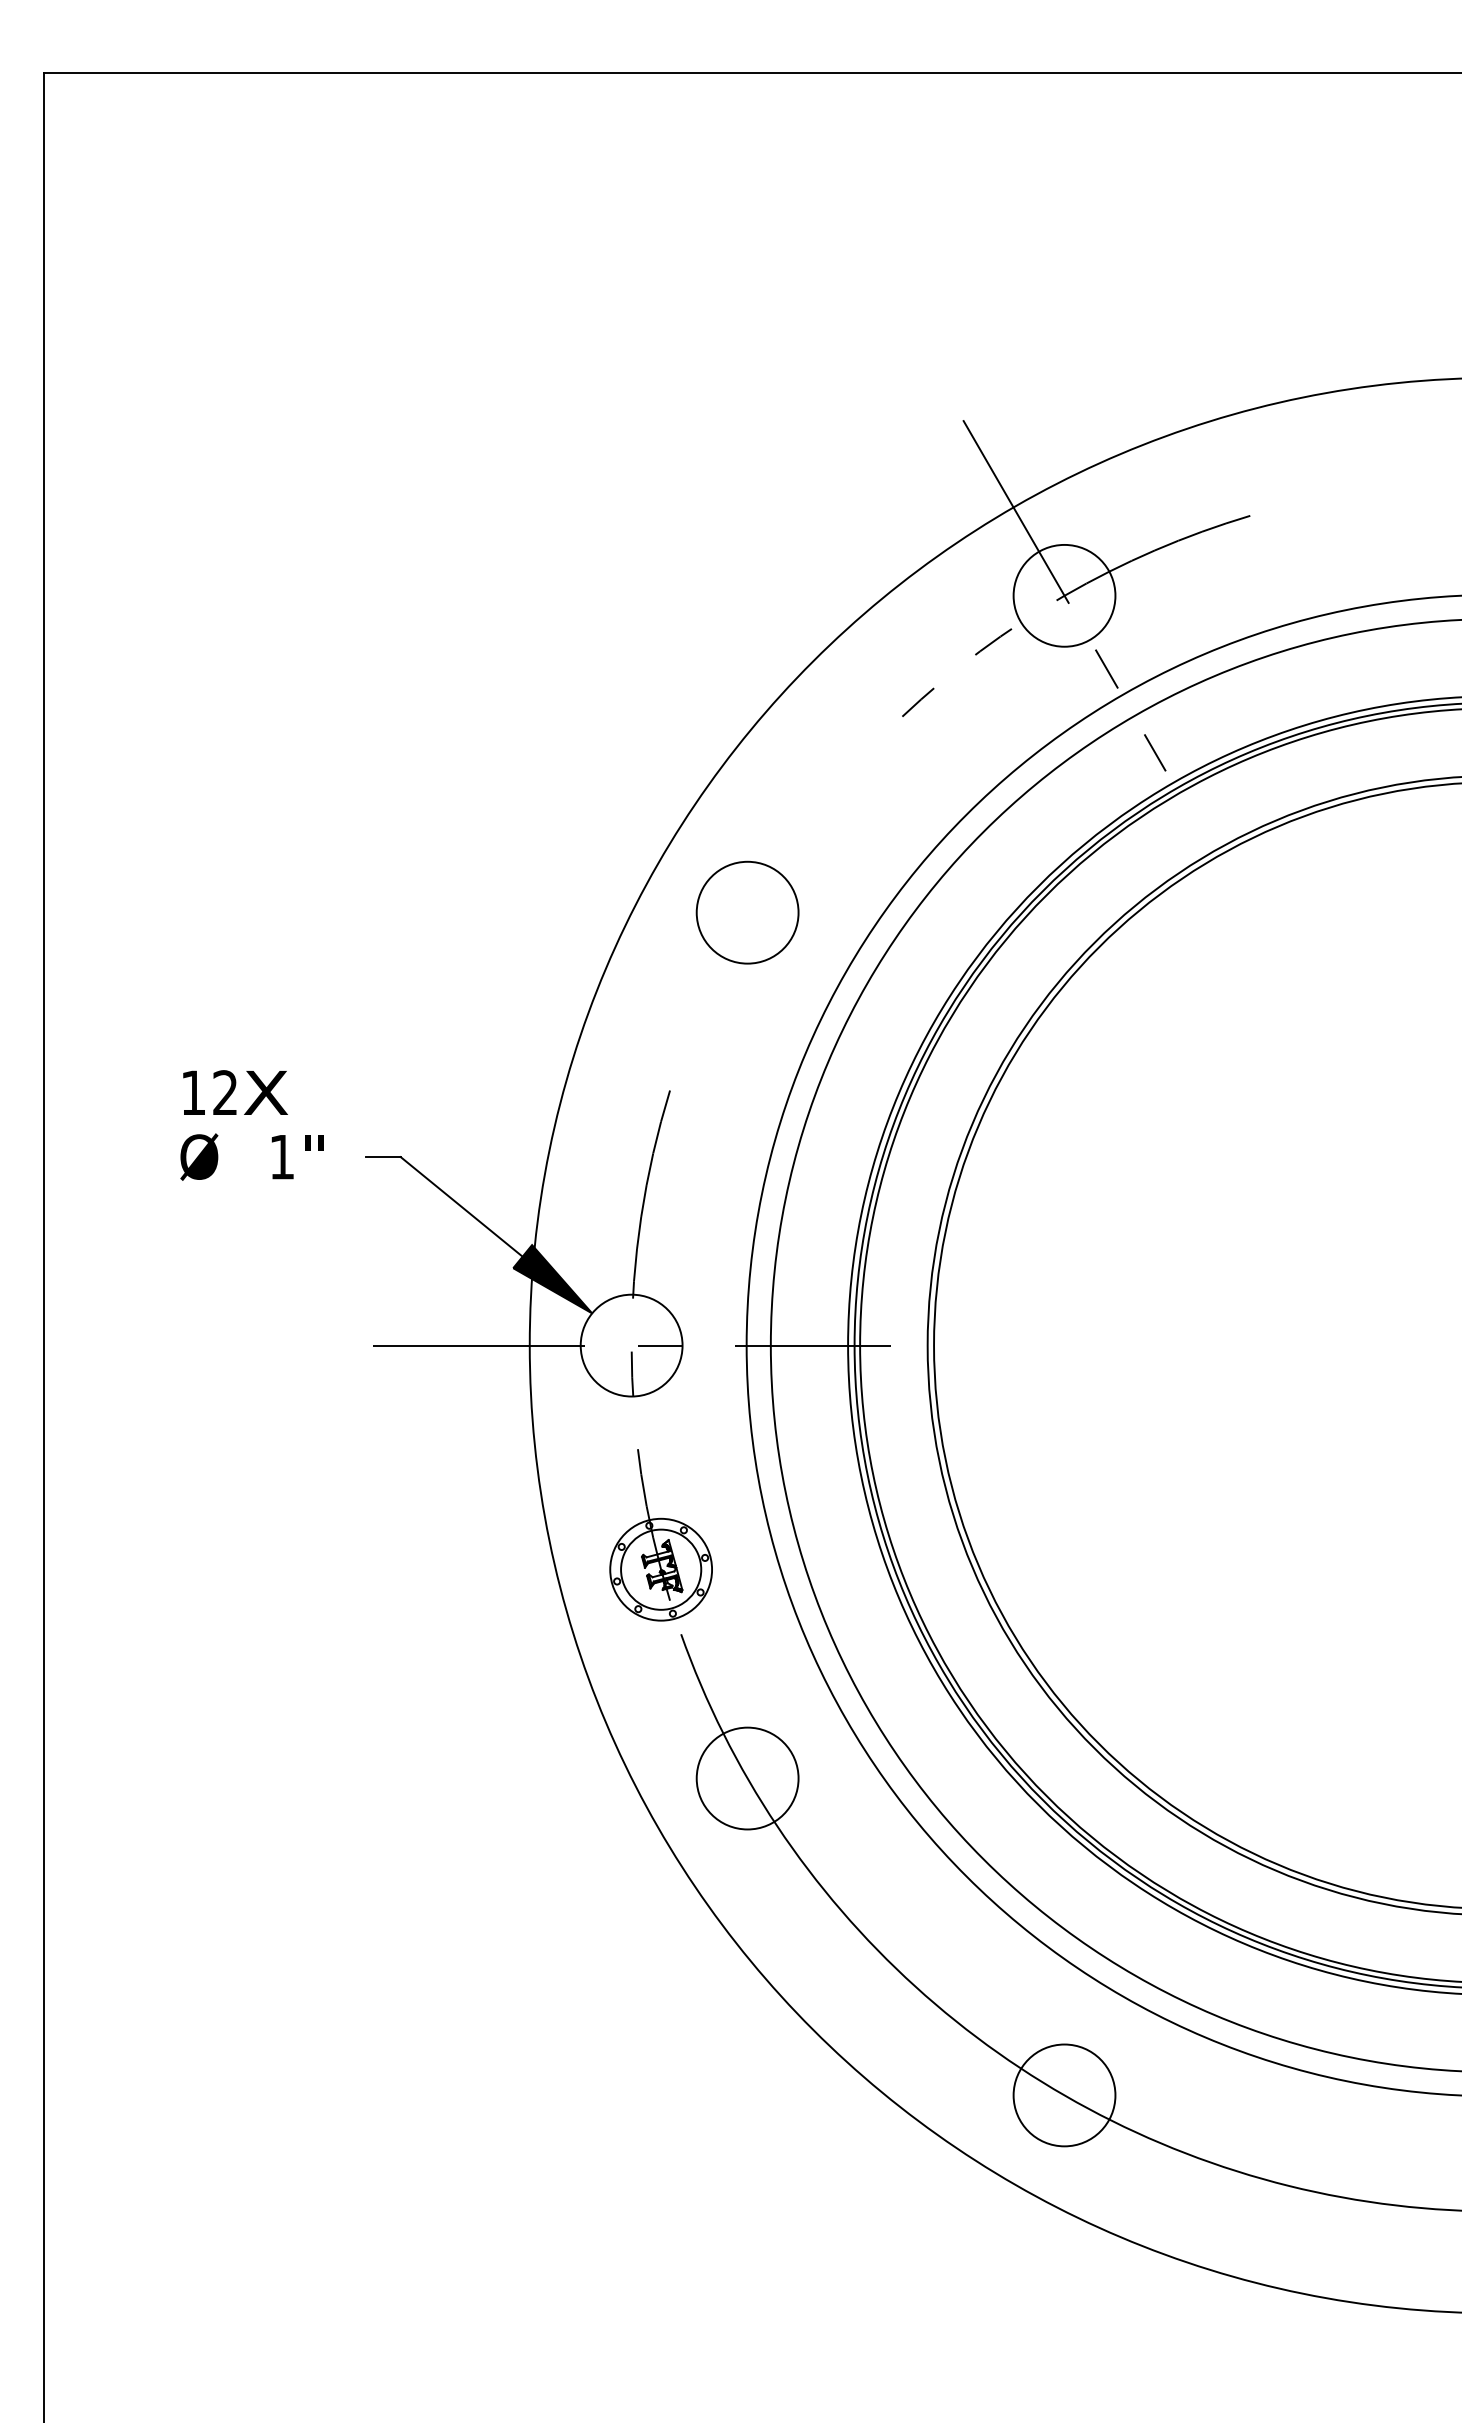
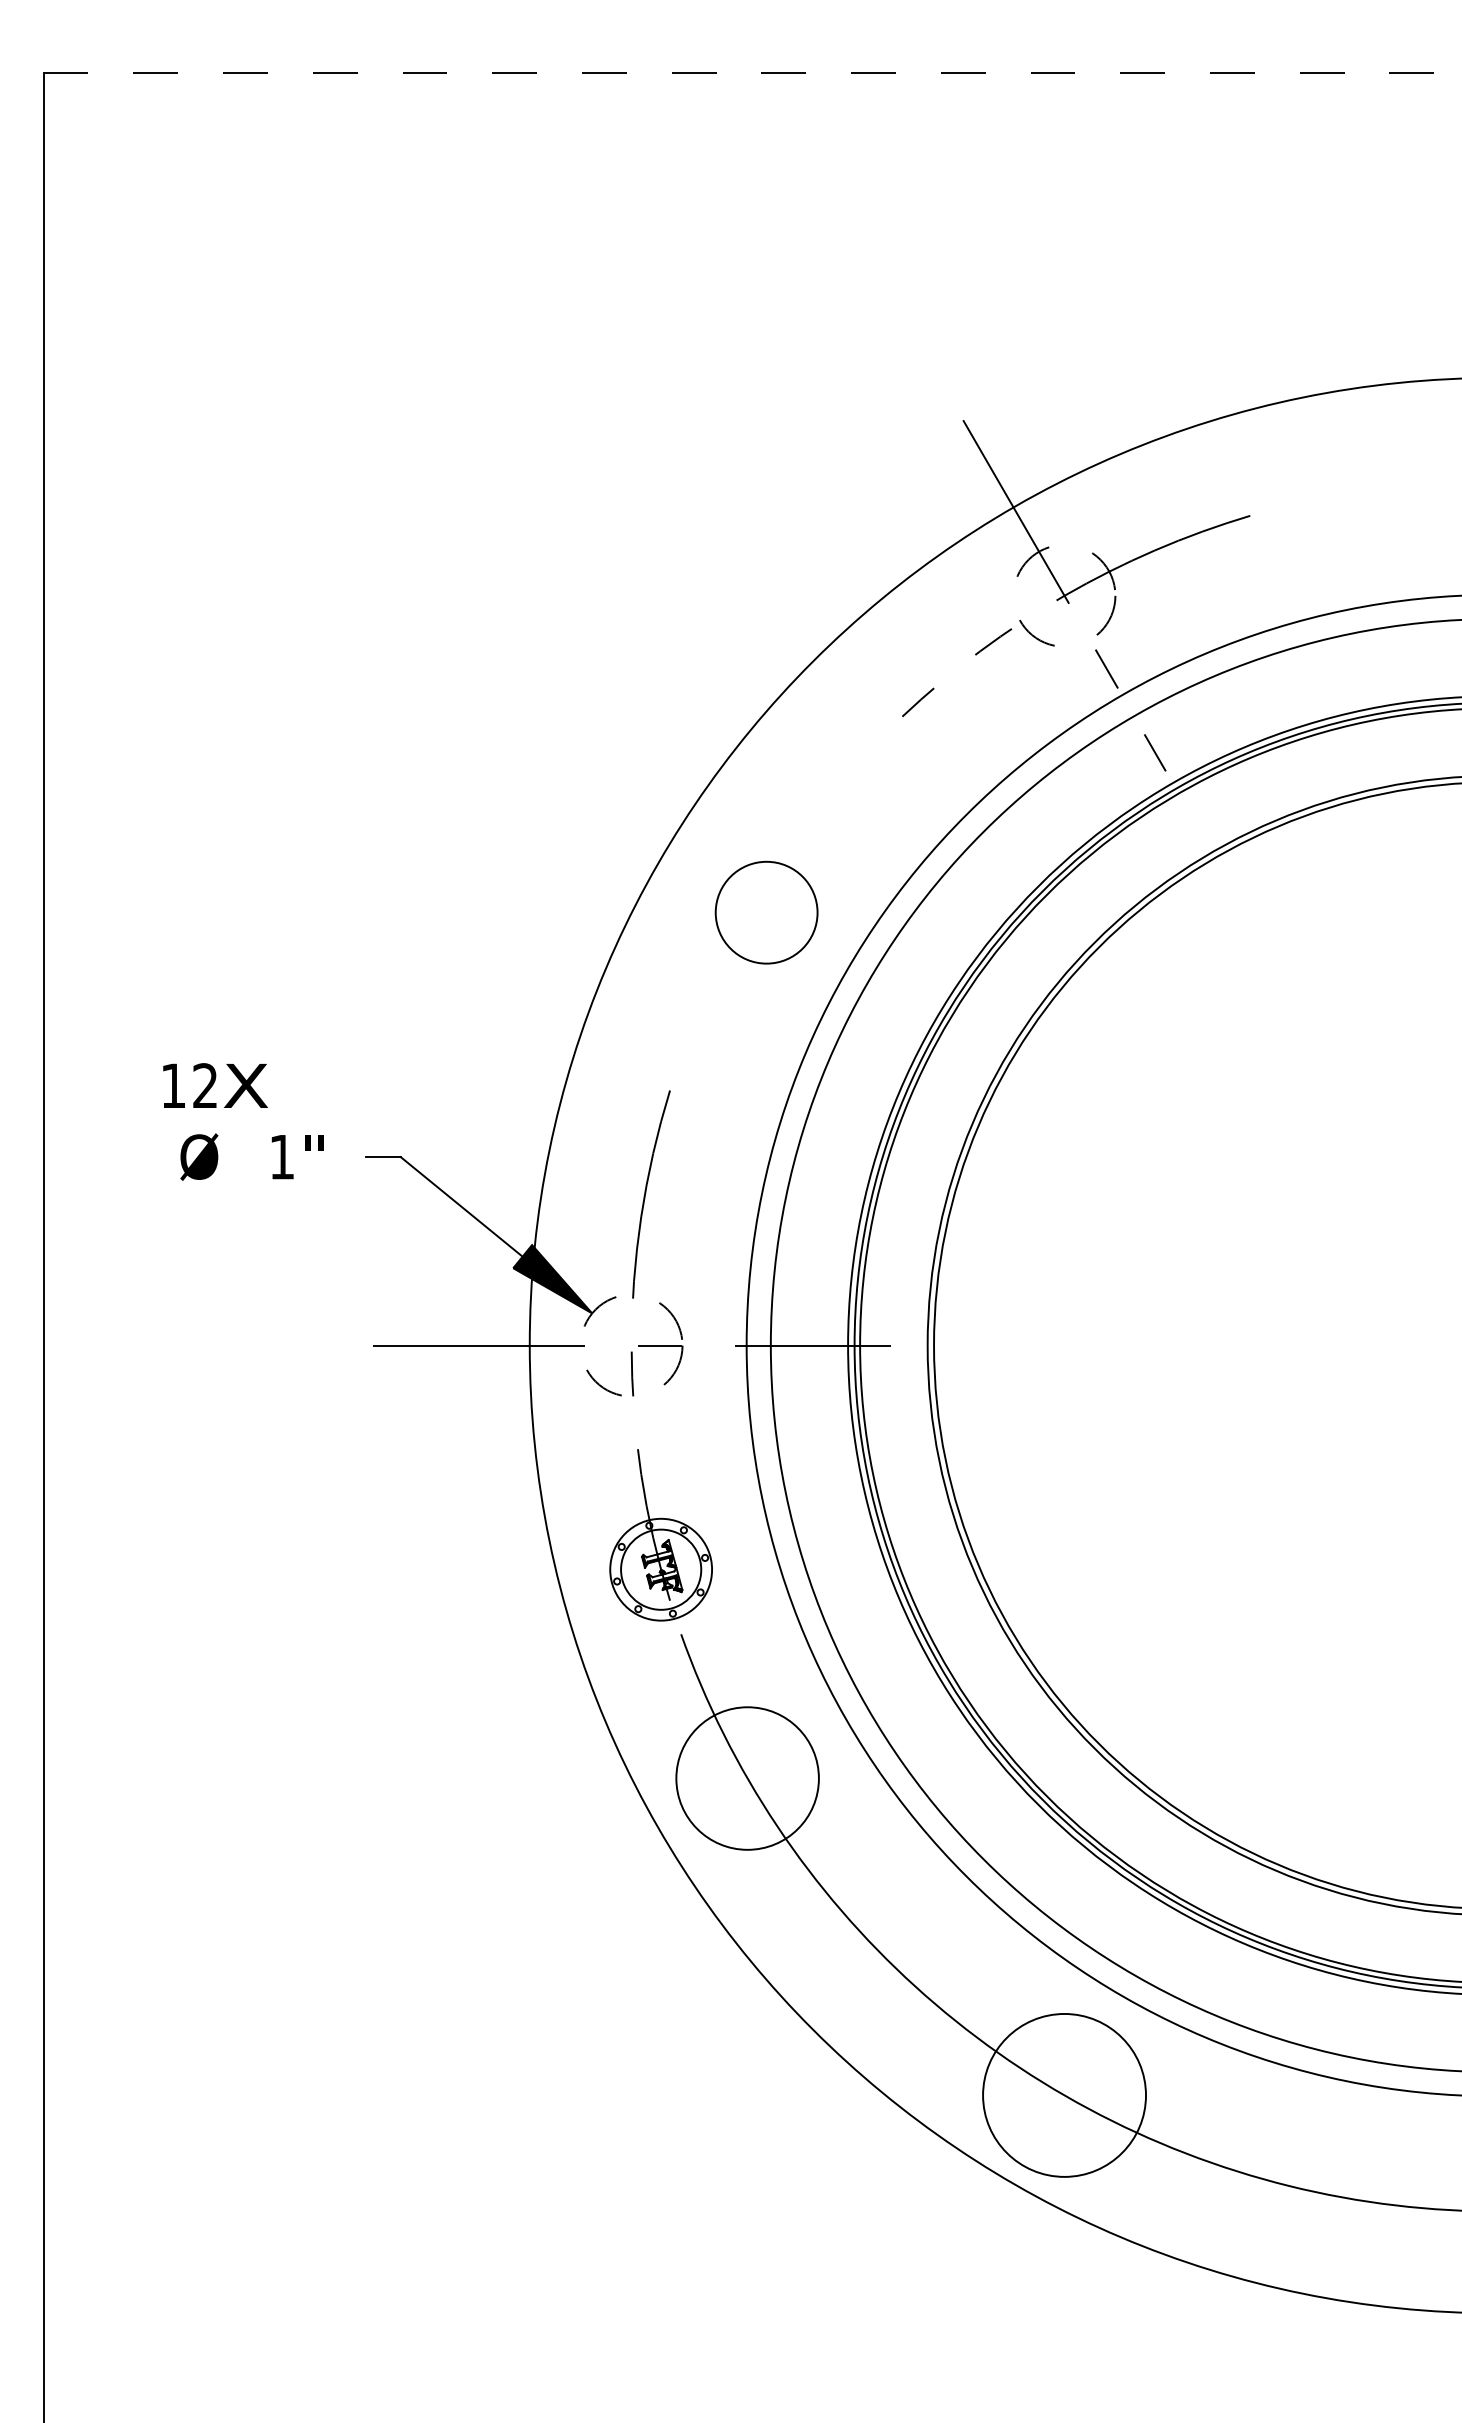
line at (752, 72): solid -> dashed
circle at (1064, 595): solid -> dashed
circle at (747, 912) position: (747, 912) -> (766, 912)
text at (235, 1092) position: (235, 1092) -> (215, 1085)
circle at (631, 1345): solid -> dashed
circle at (747, 1778) diameter: 102 px -> 143 px
circle at (1064, 2095) diameter: 102 px -> 163 px
